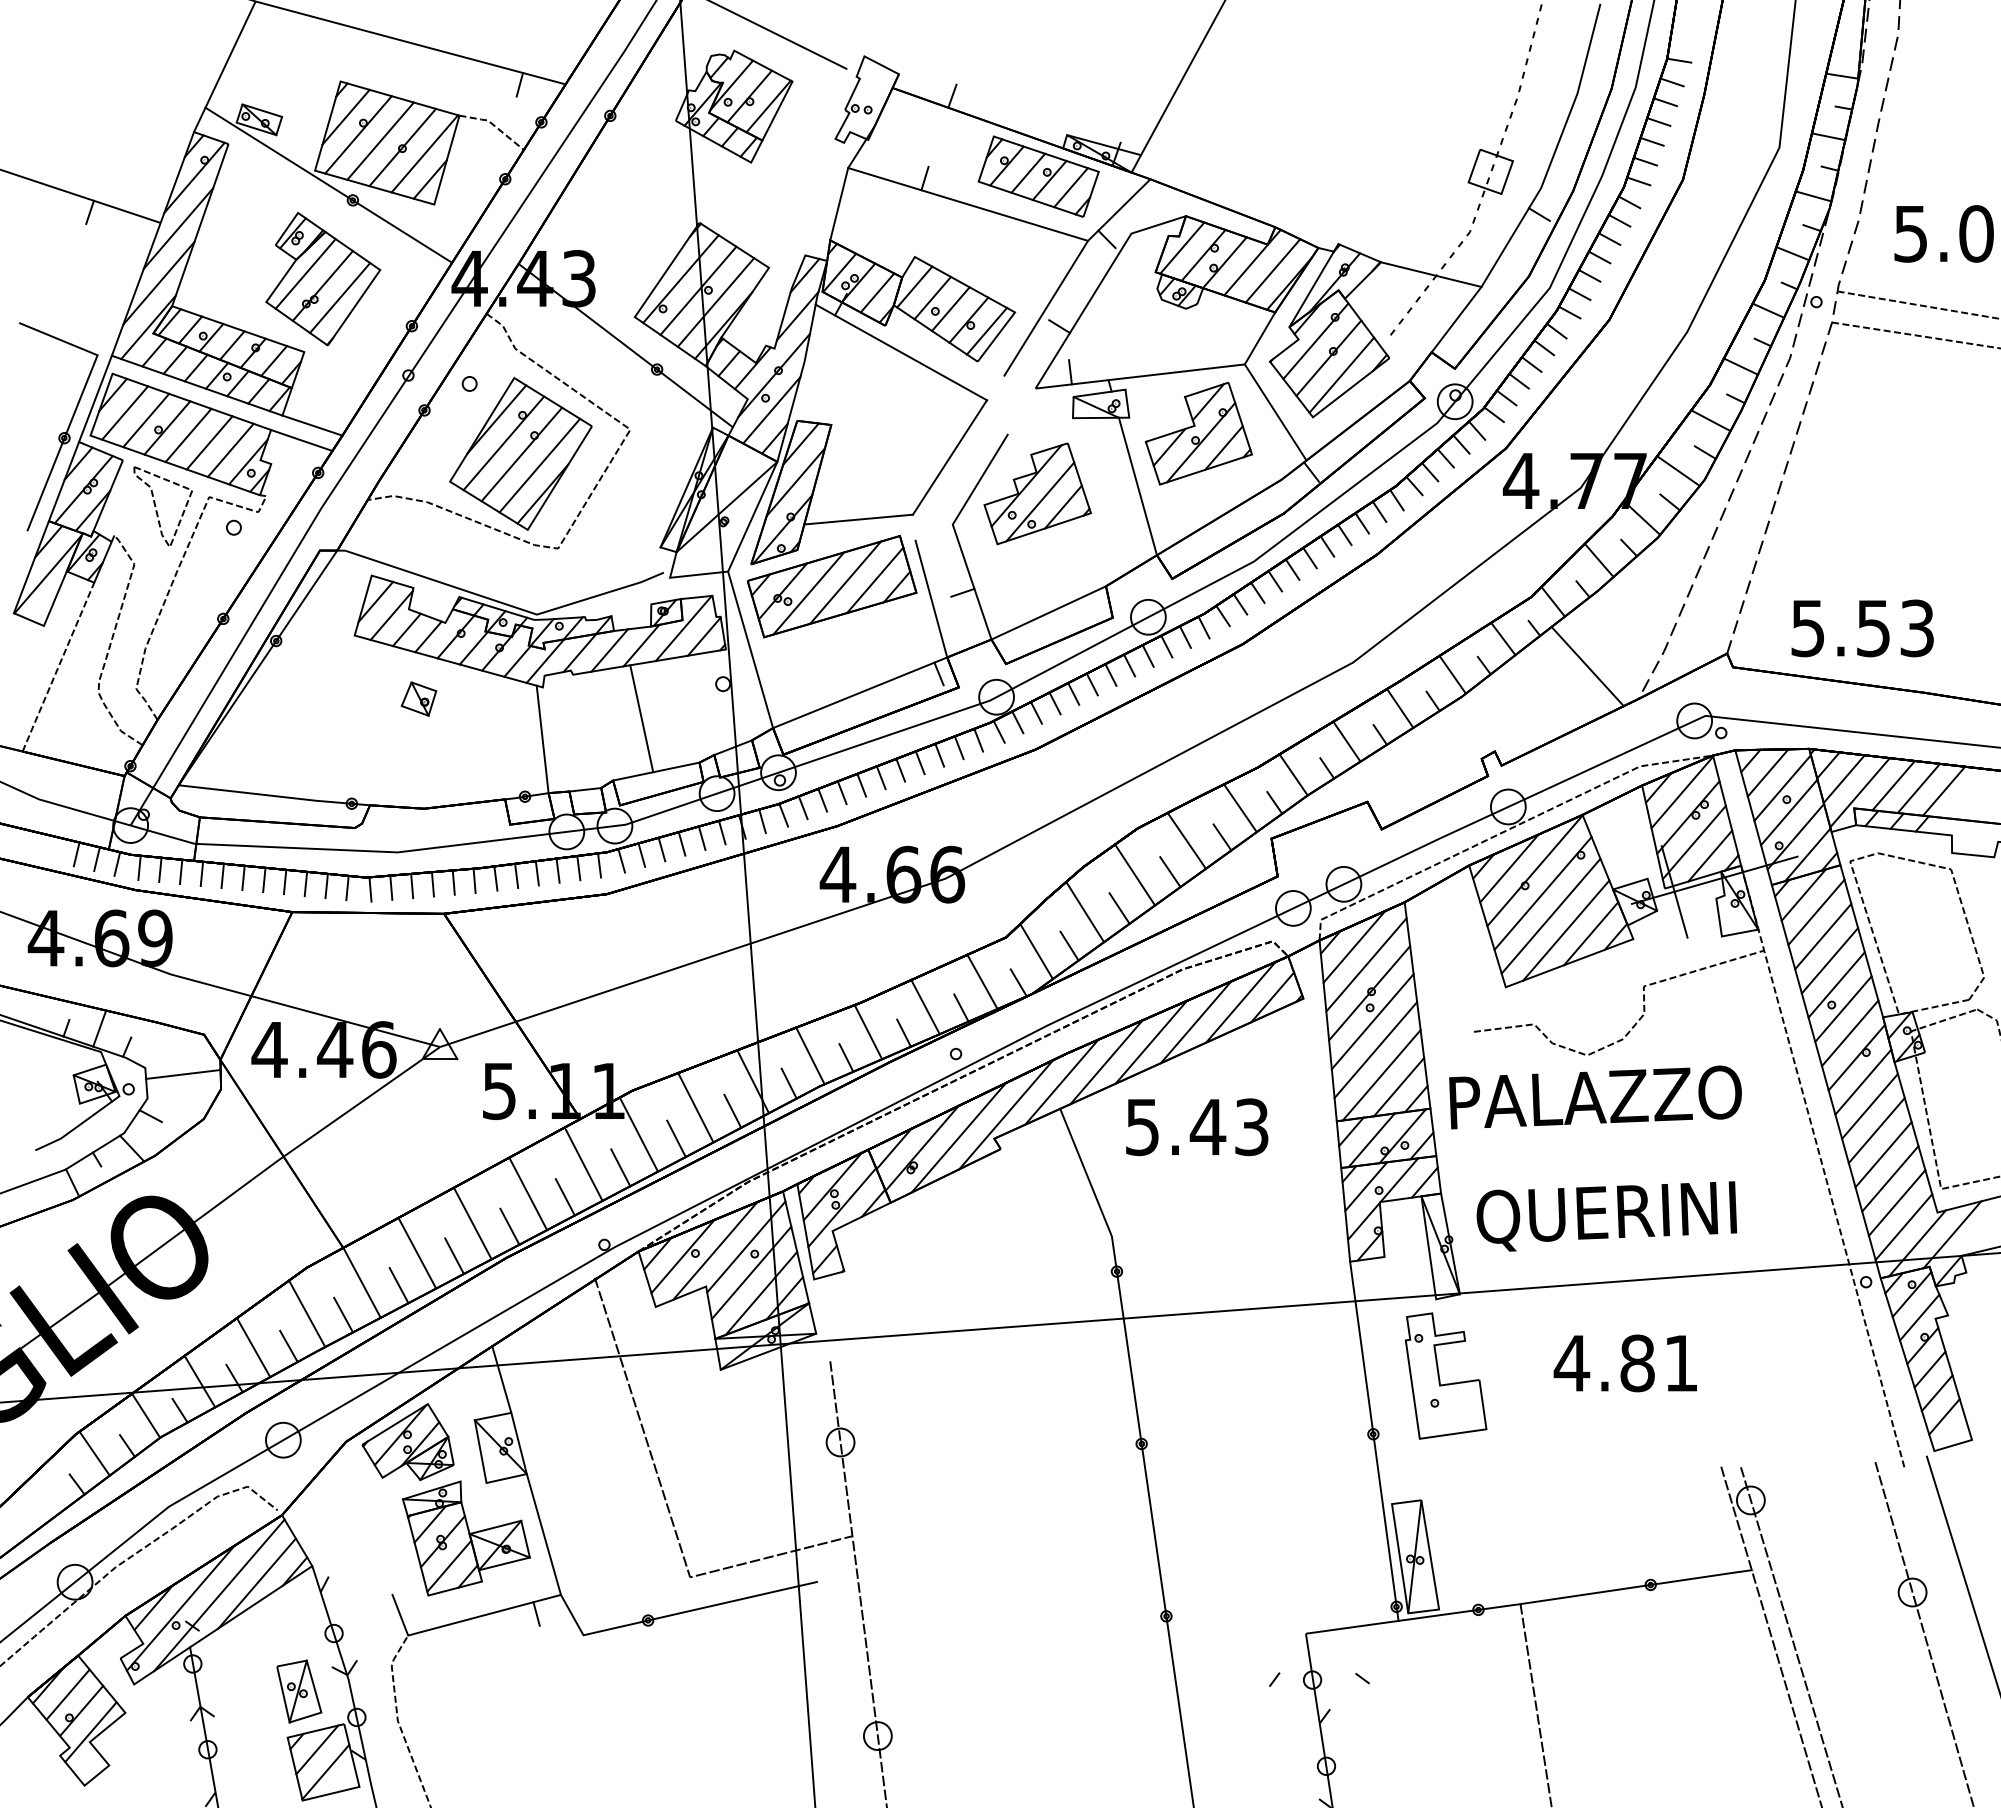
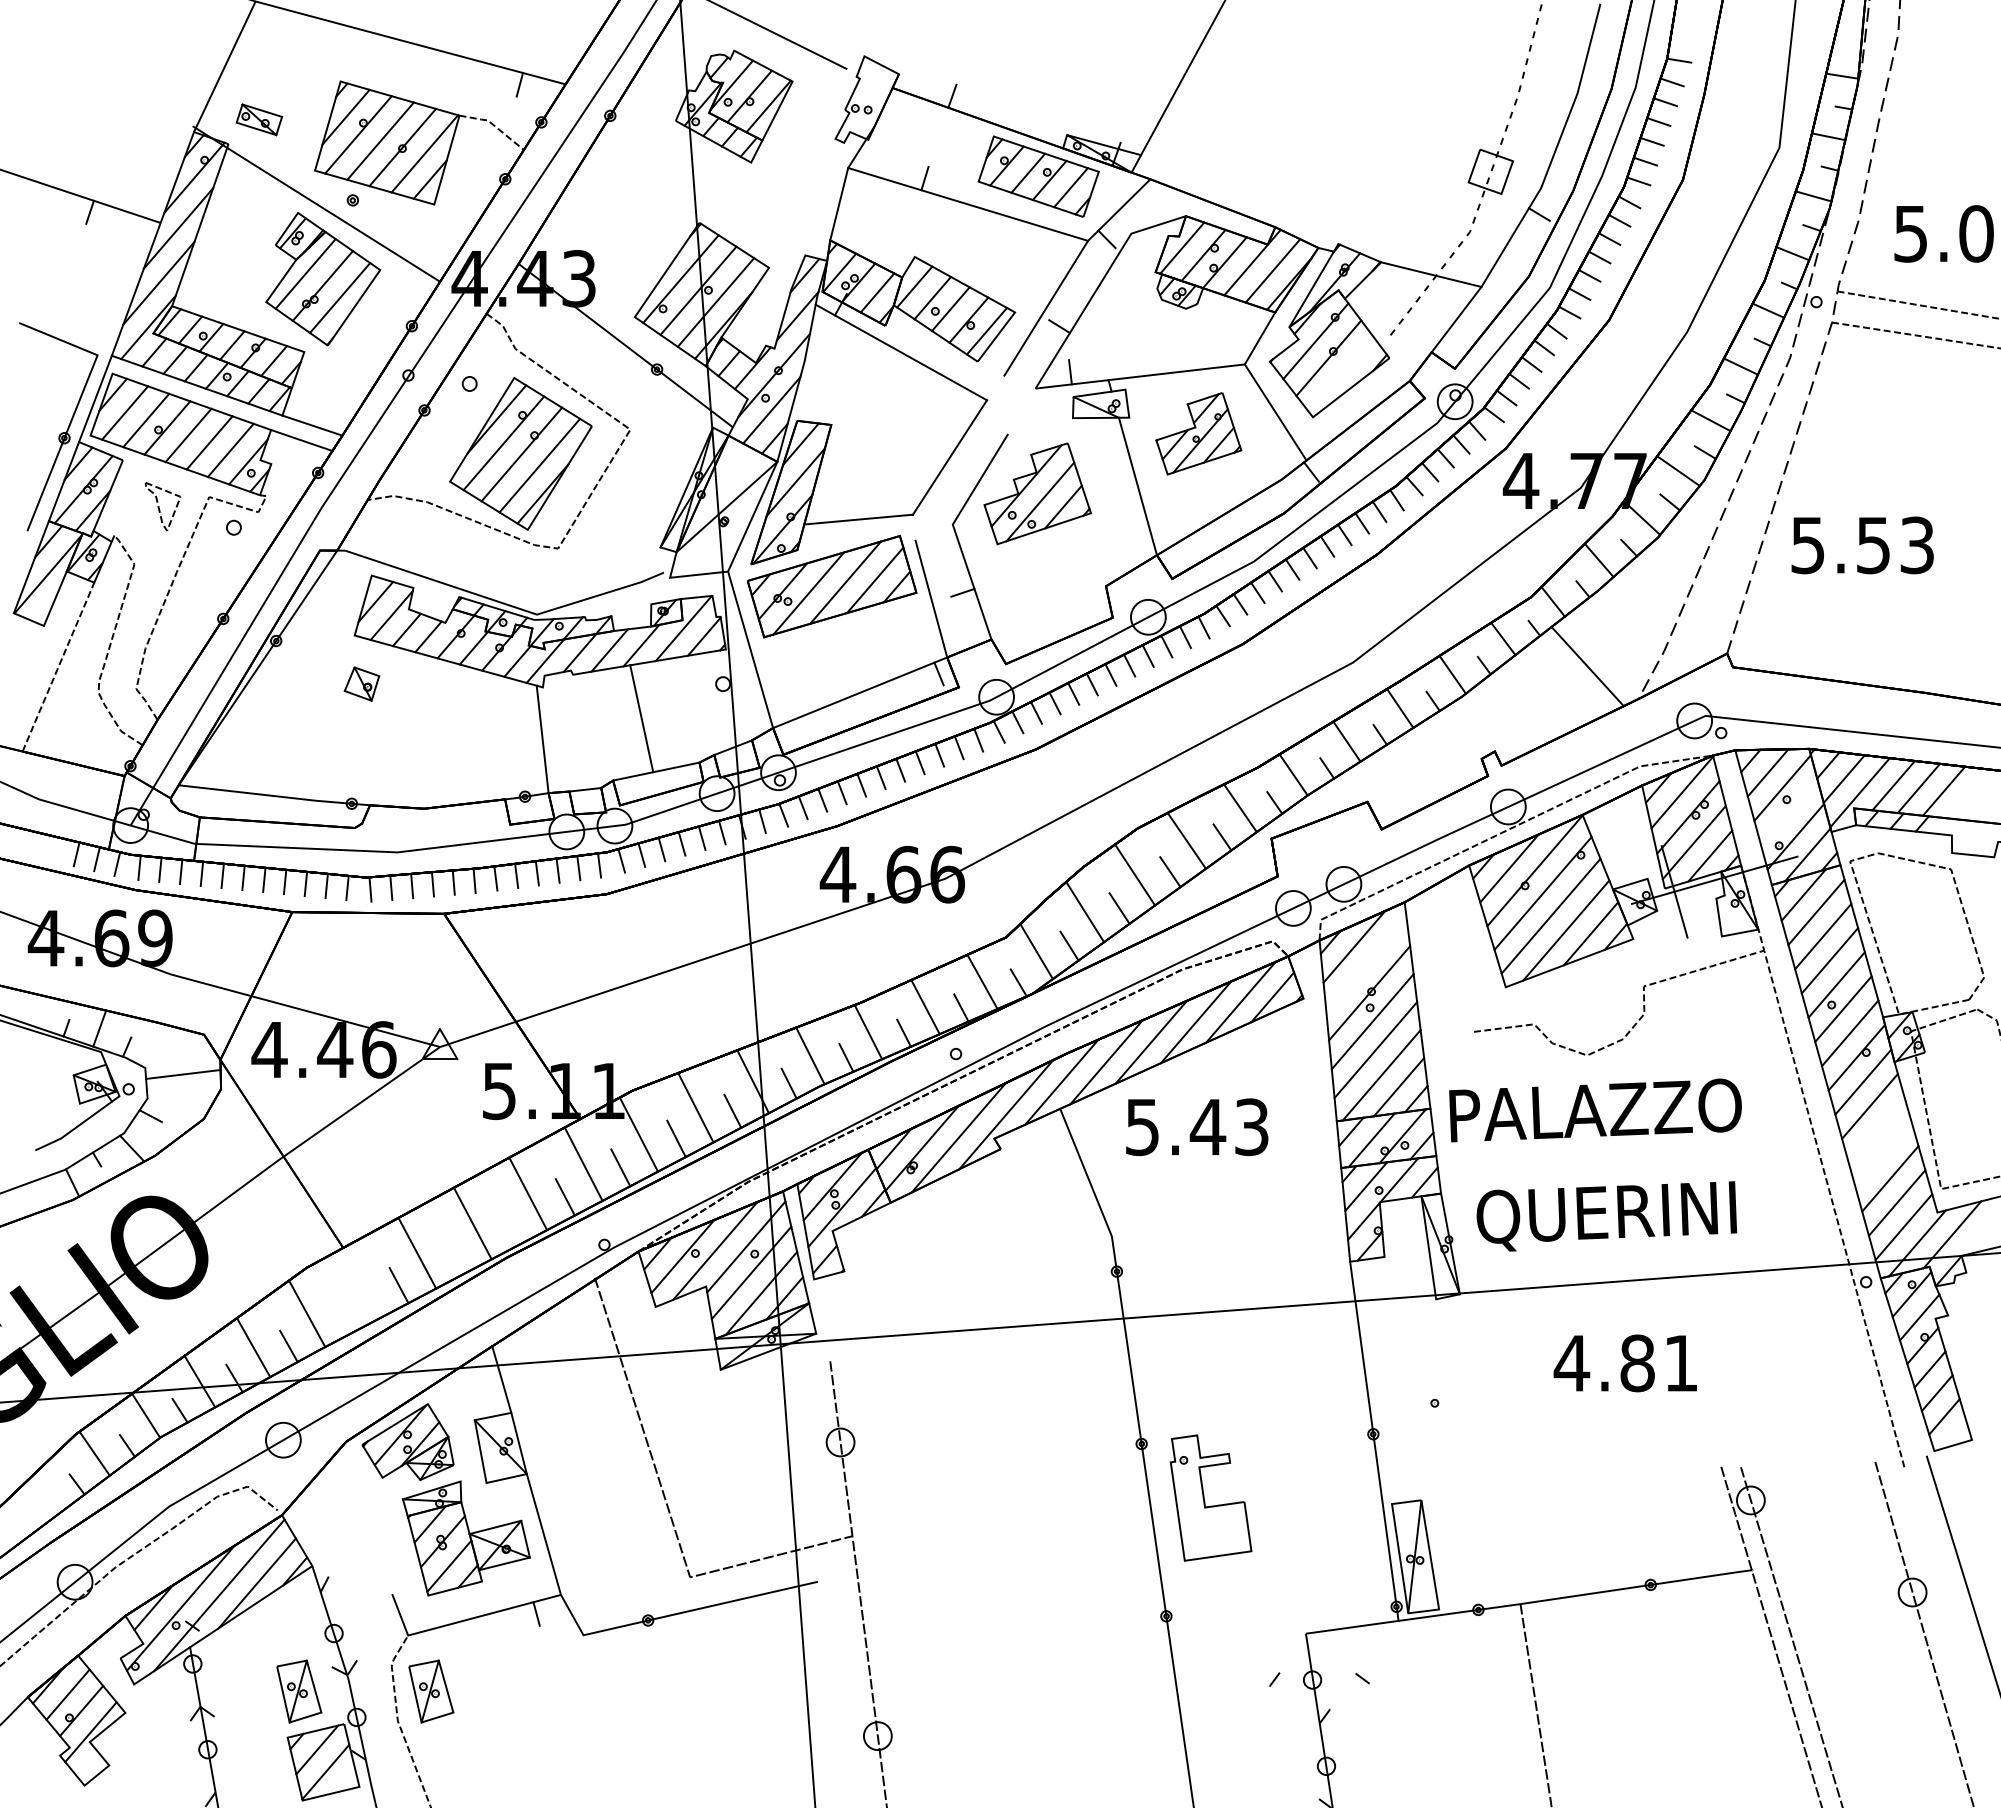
line at (328, 184) position: (328, 184) -> (316, 203)
line at (1341, 374): present -> none
part at (1198, 433) size: 109x104 px -> 88x84 px
part at (162, 506) size: 60x81 px -> 38x50 px
line at (1048, 612): present -> none
text at (1862, 628) position: (1862, 628) -> (1862, 545)
part at (418, 698) position: (418, 698) -> (361, 683)
line at (1789, 812): present -> none
line at (1366, 964): present -> none
text at (1595, 1097) position: (1595, 1097) -> (1595, 1110)
line at (1876, 1130): present -> none
line at (1883, 1154): present -> none
line at (509, 1226): present -> none
line at (454, 1255): present -> none
line at (361, 1282): present -> none
line at (343, 1314): present -> none
part at (1445, 1375) position: (1445, 1375) -> (1210, 1497)
part at (431, 1691): none -> present
